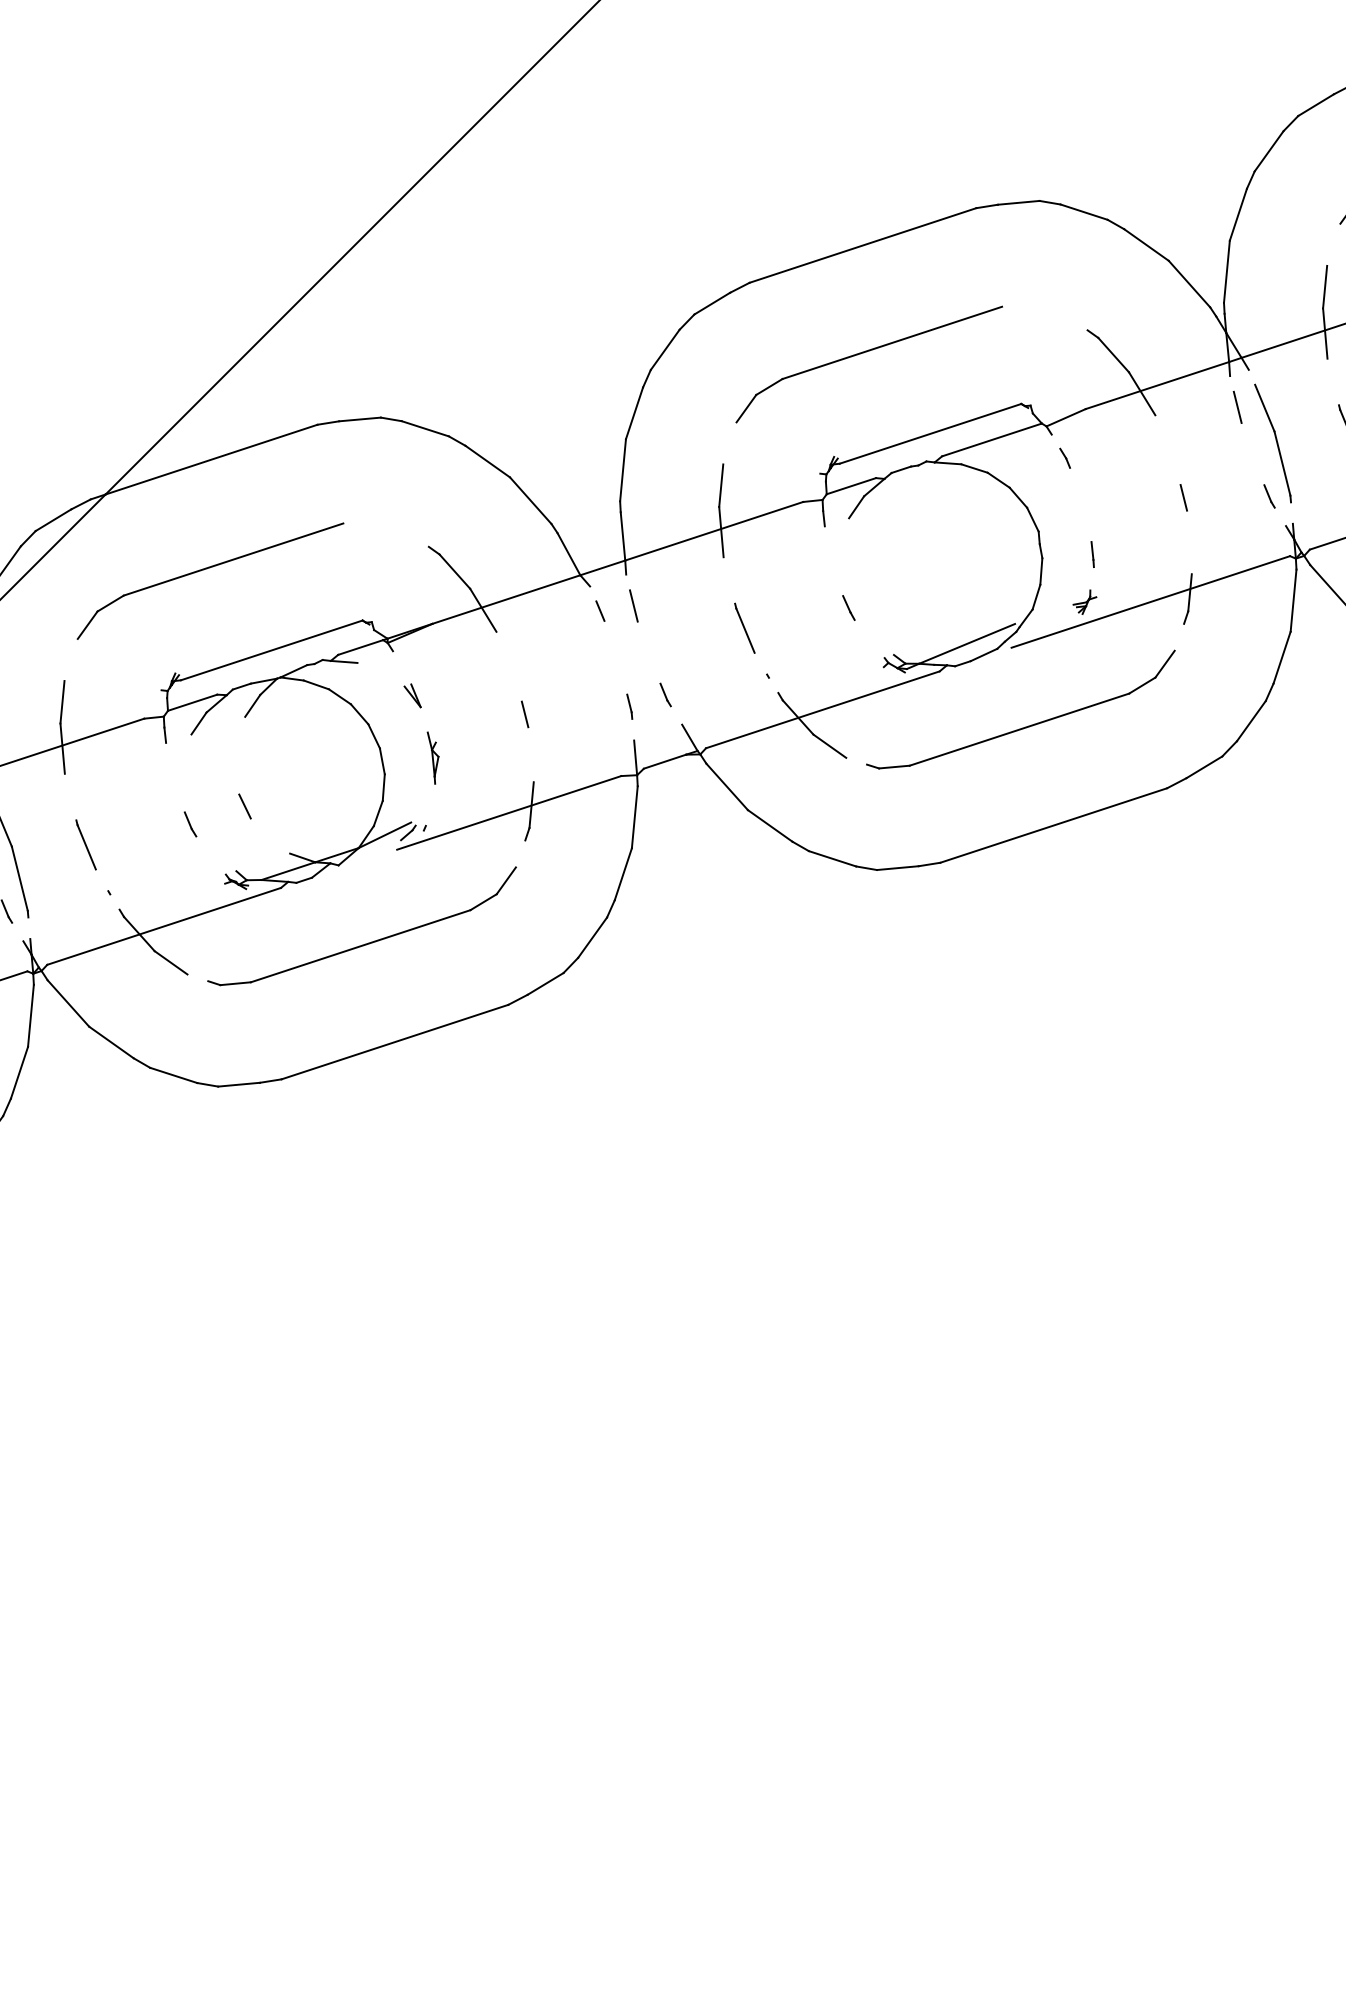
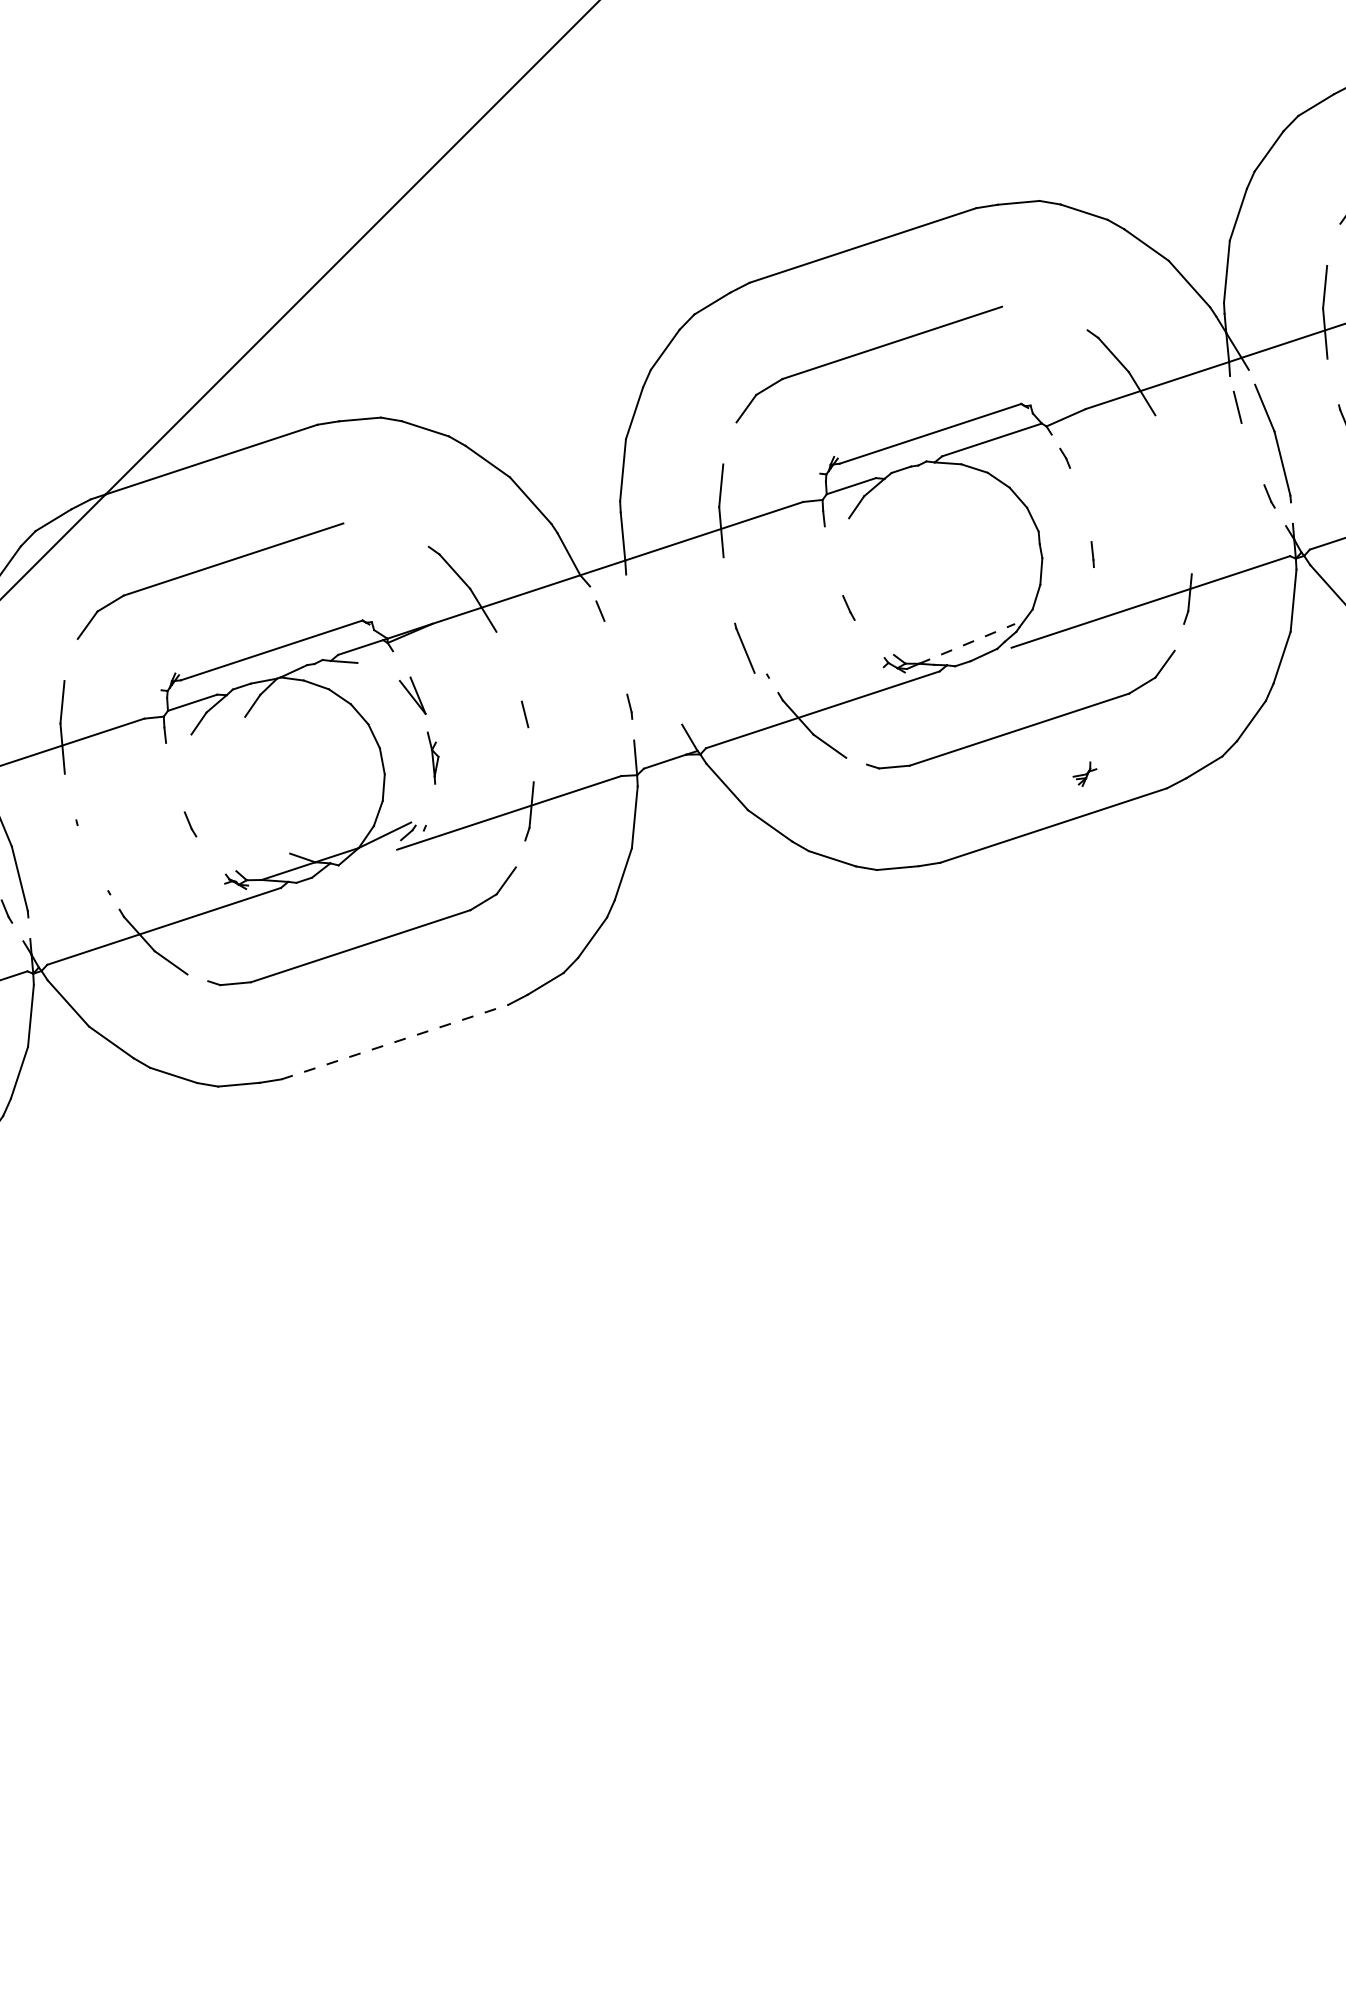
line at (1183, 497): present -> none
part at (1084, 601) position: (1084, 601) -> (1084, 773)
line at (633, 605): present -> none
line at (744, 627) position: (744, 627) -> (744, 647)
line at (967, 643): solid -> dashed
line at (665, 694): present -> none
part at (412, 695) size: 19x26 px -> 29x39 px
line at (244, 806): present -> none
line at (86, 847): present -> none
line at (395, 1041): solid -> dashed
